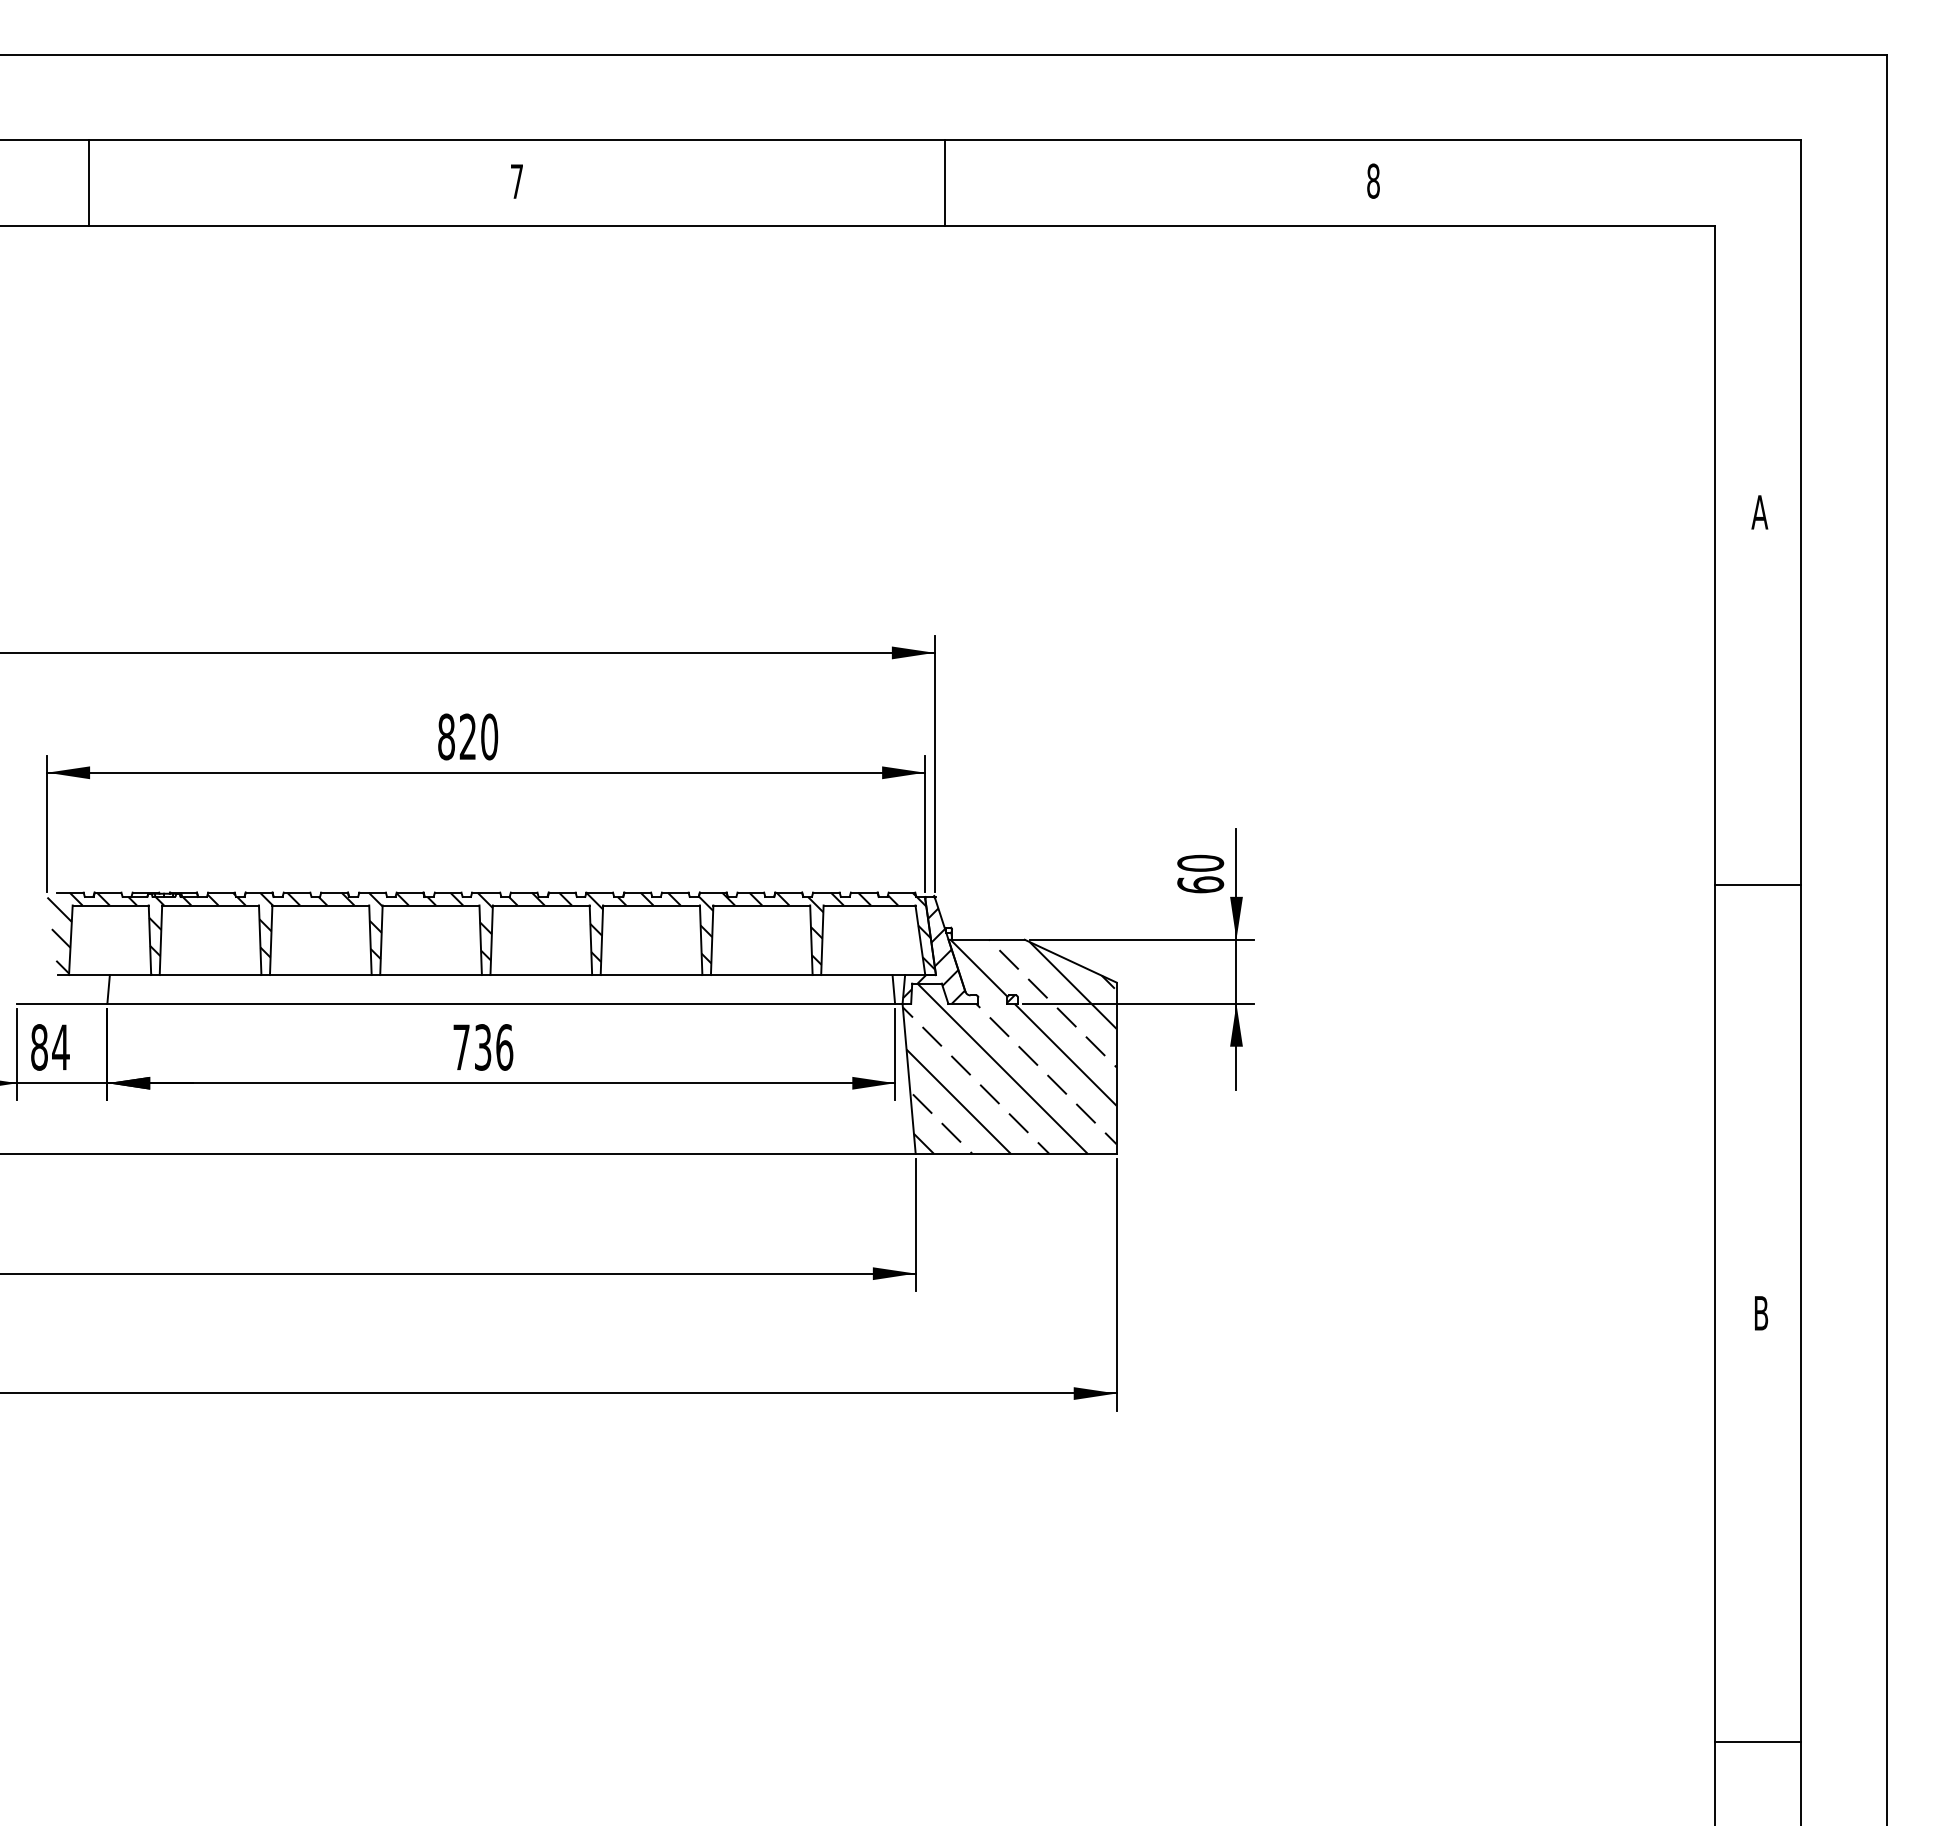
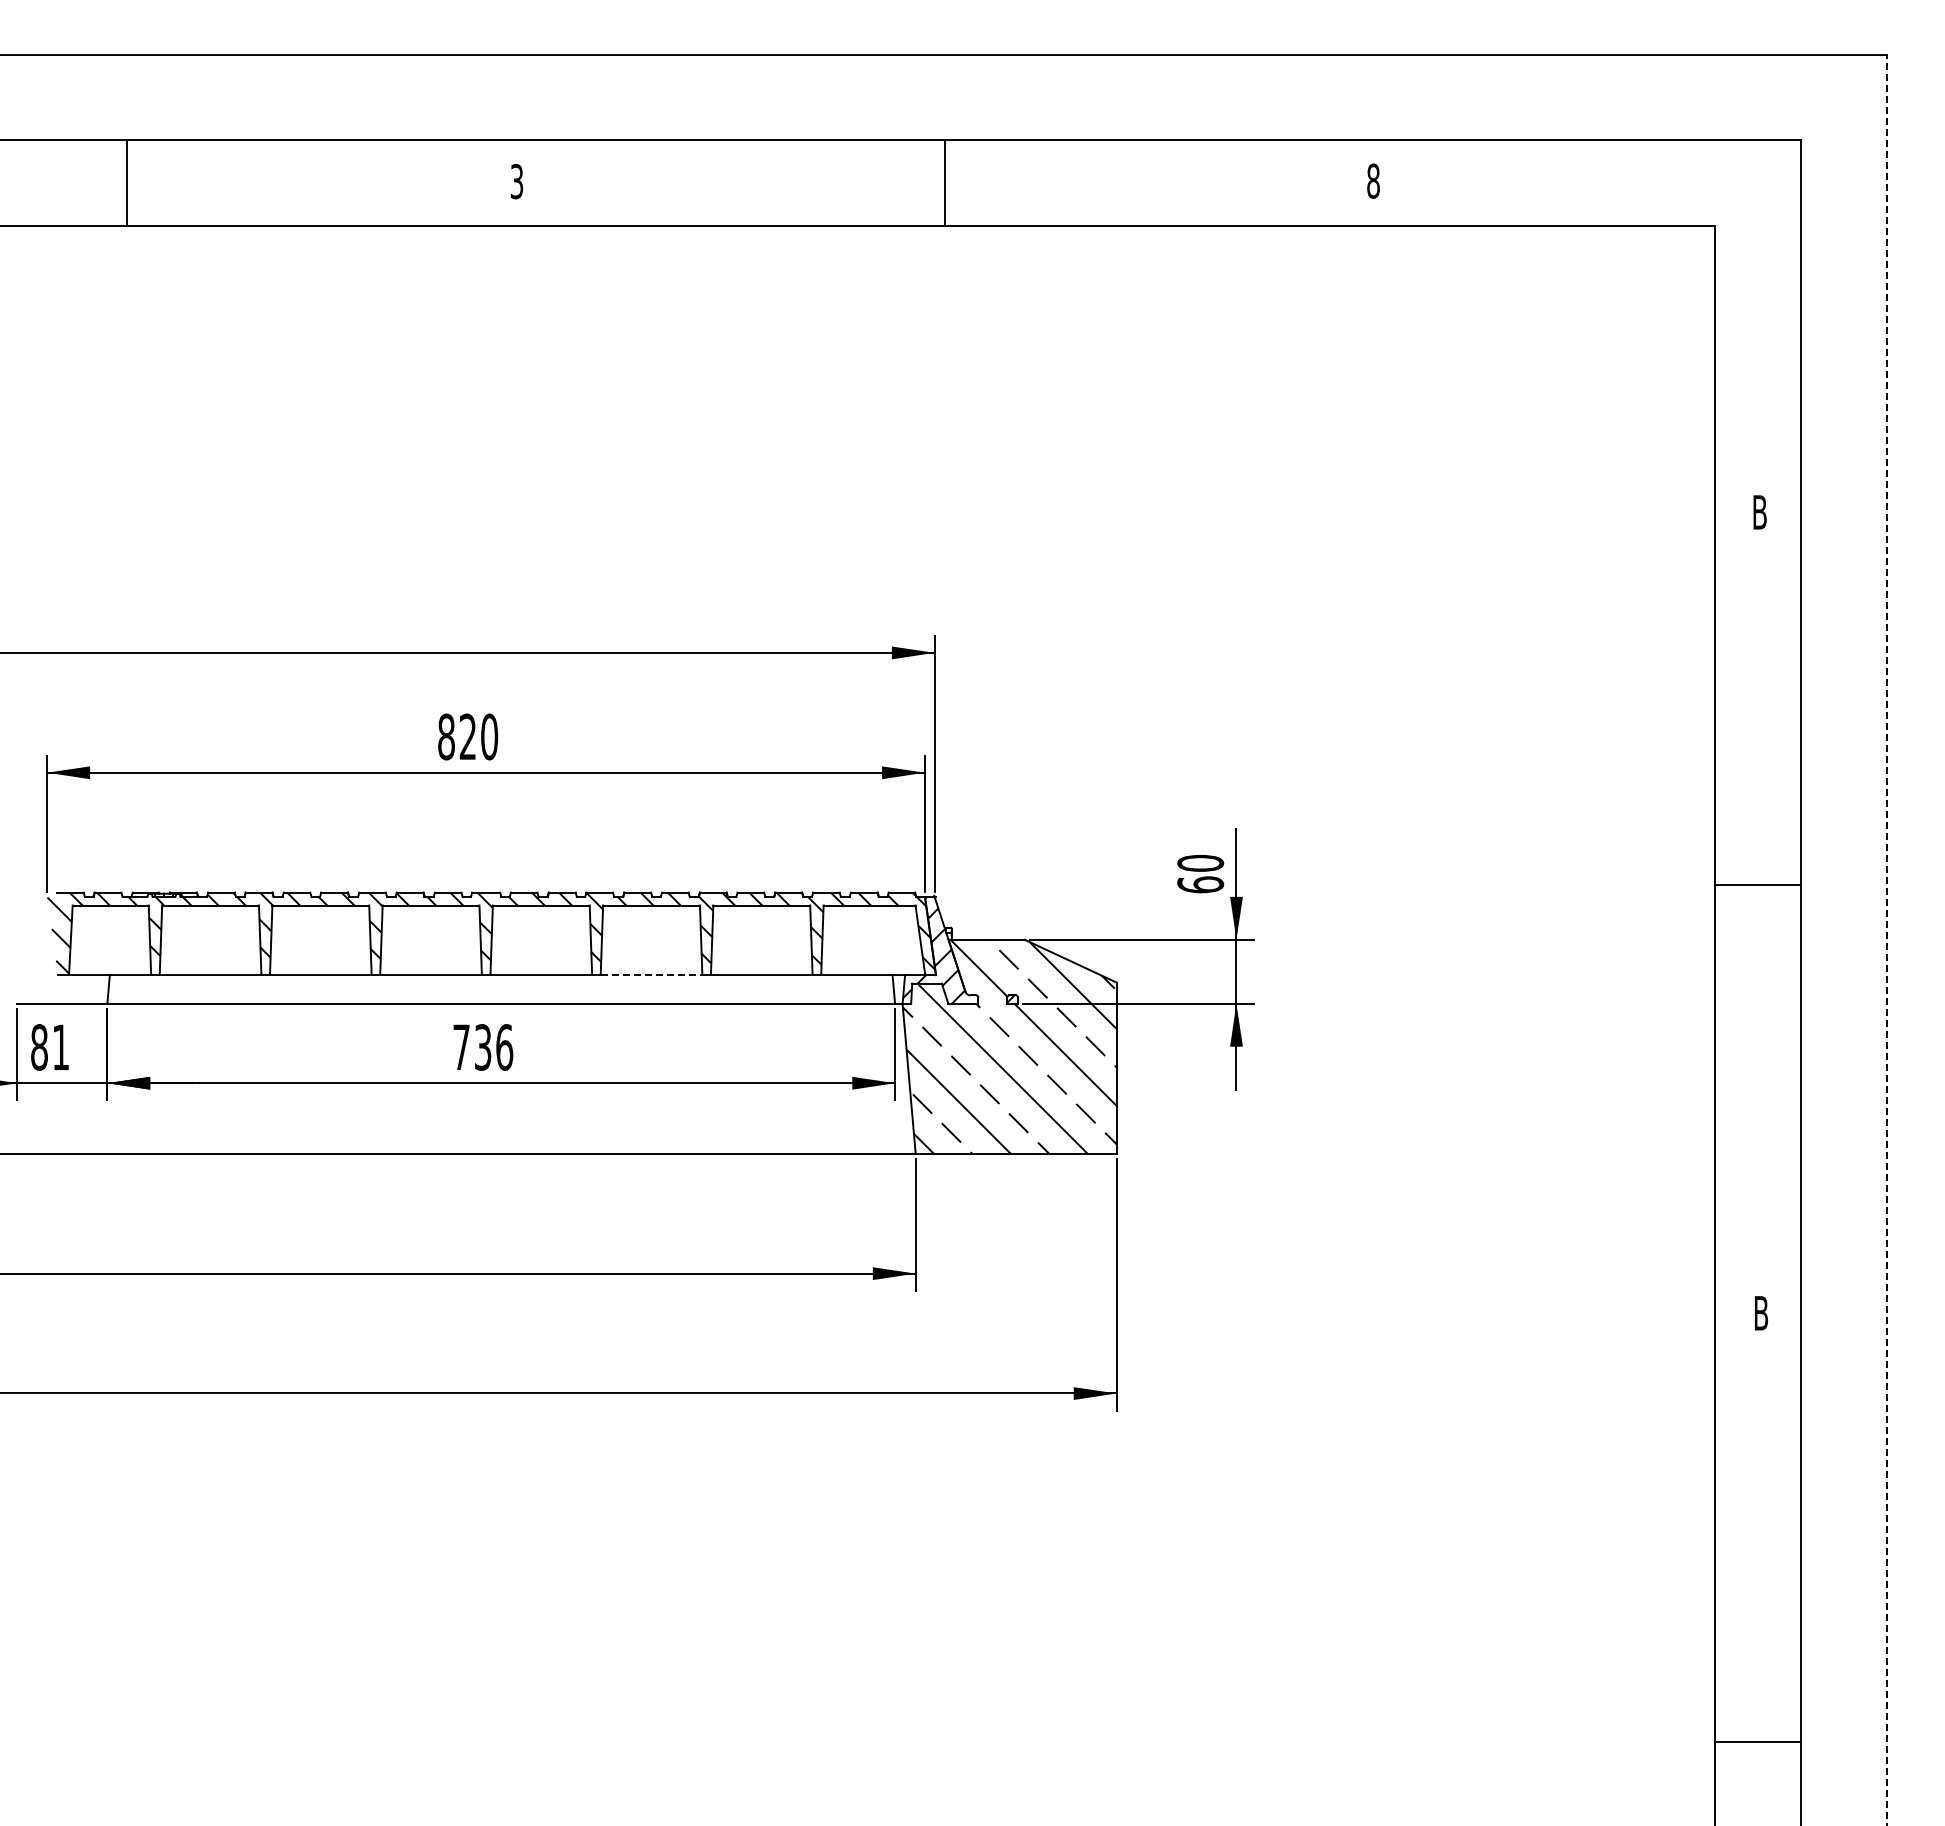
text at (516, 181): 7 -> 3
line at (88, 183) position: (88, 183) -> (126, 183)
text at (1759, 512): A -> B
line at (1886, 939): solid -> dashed
line at (651, 975): solid -> dashed
text at (60, 1047): 84 -> 81
